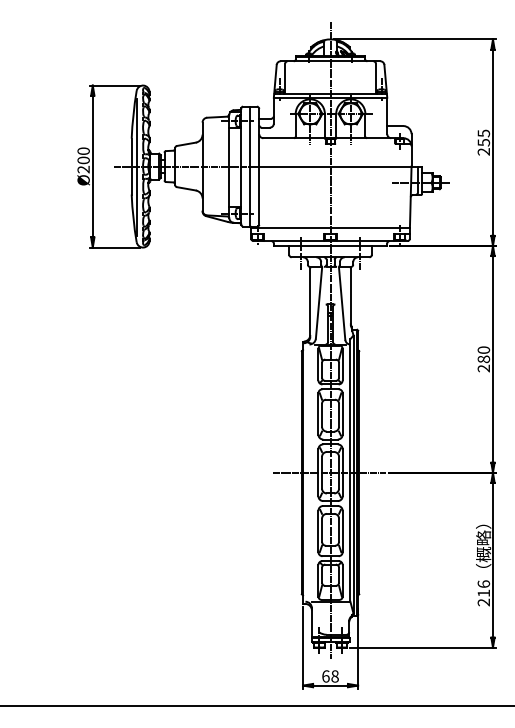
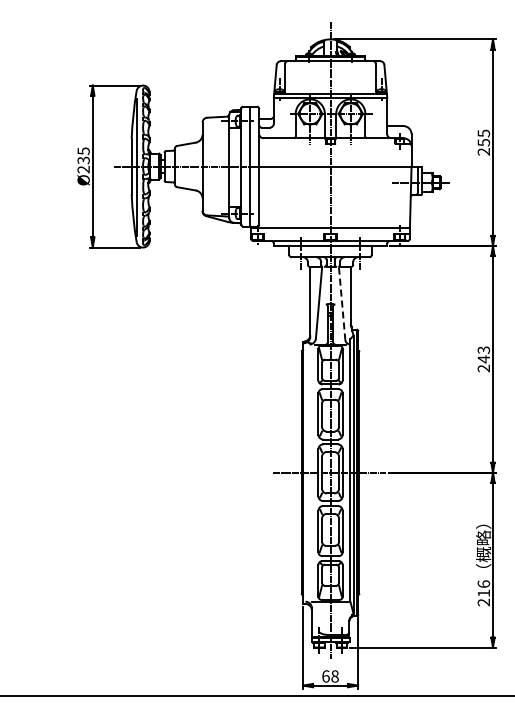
text at (83, 155): Ø200 -> Ø235
line at (342, 304): solid -> dashed
text at (483, 354): 280 -> 243
line at (256, 706) position: (256, 706) -> (256, 696)
